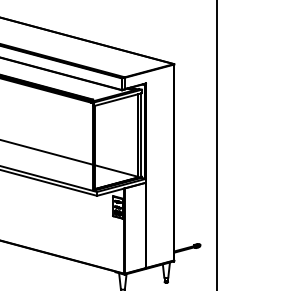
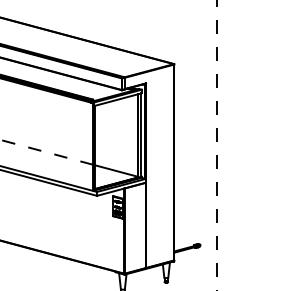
line at (217, 145): solid -> dashed
line at (47, 152): solid -> dashed
